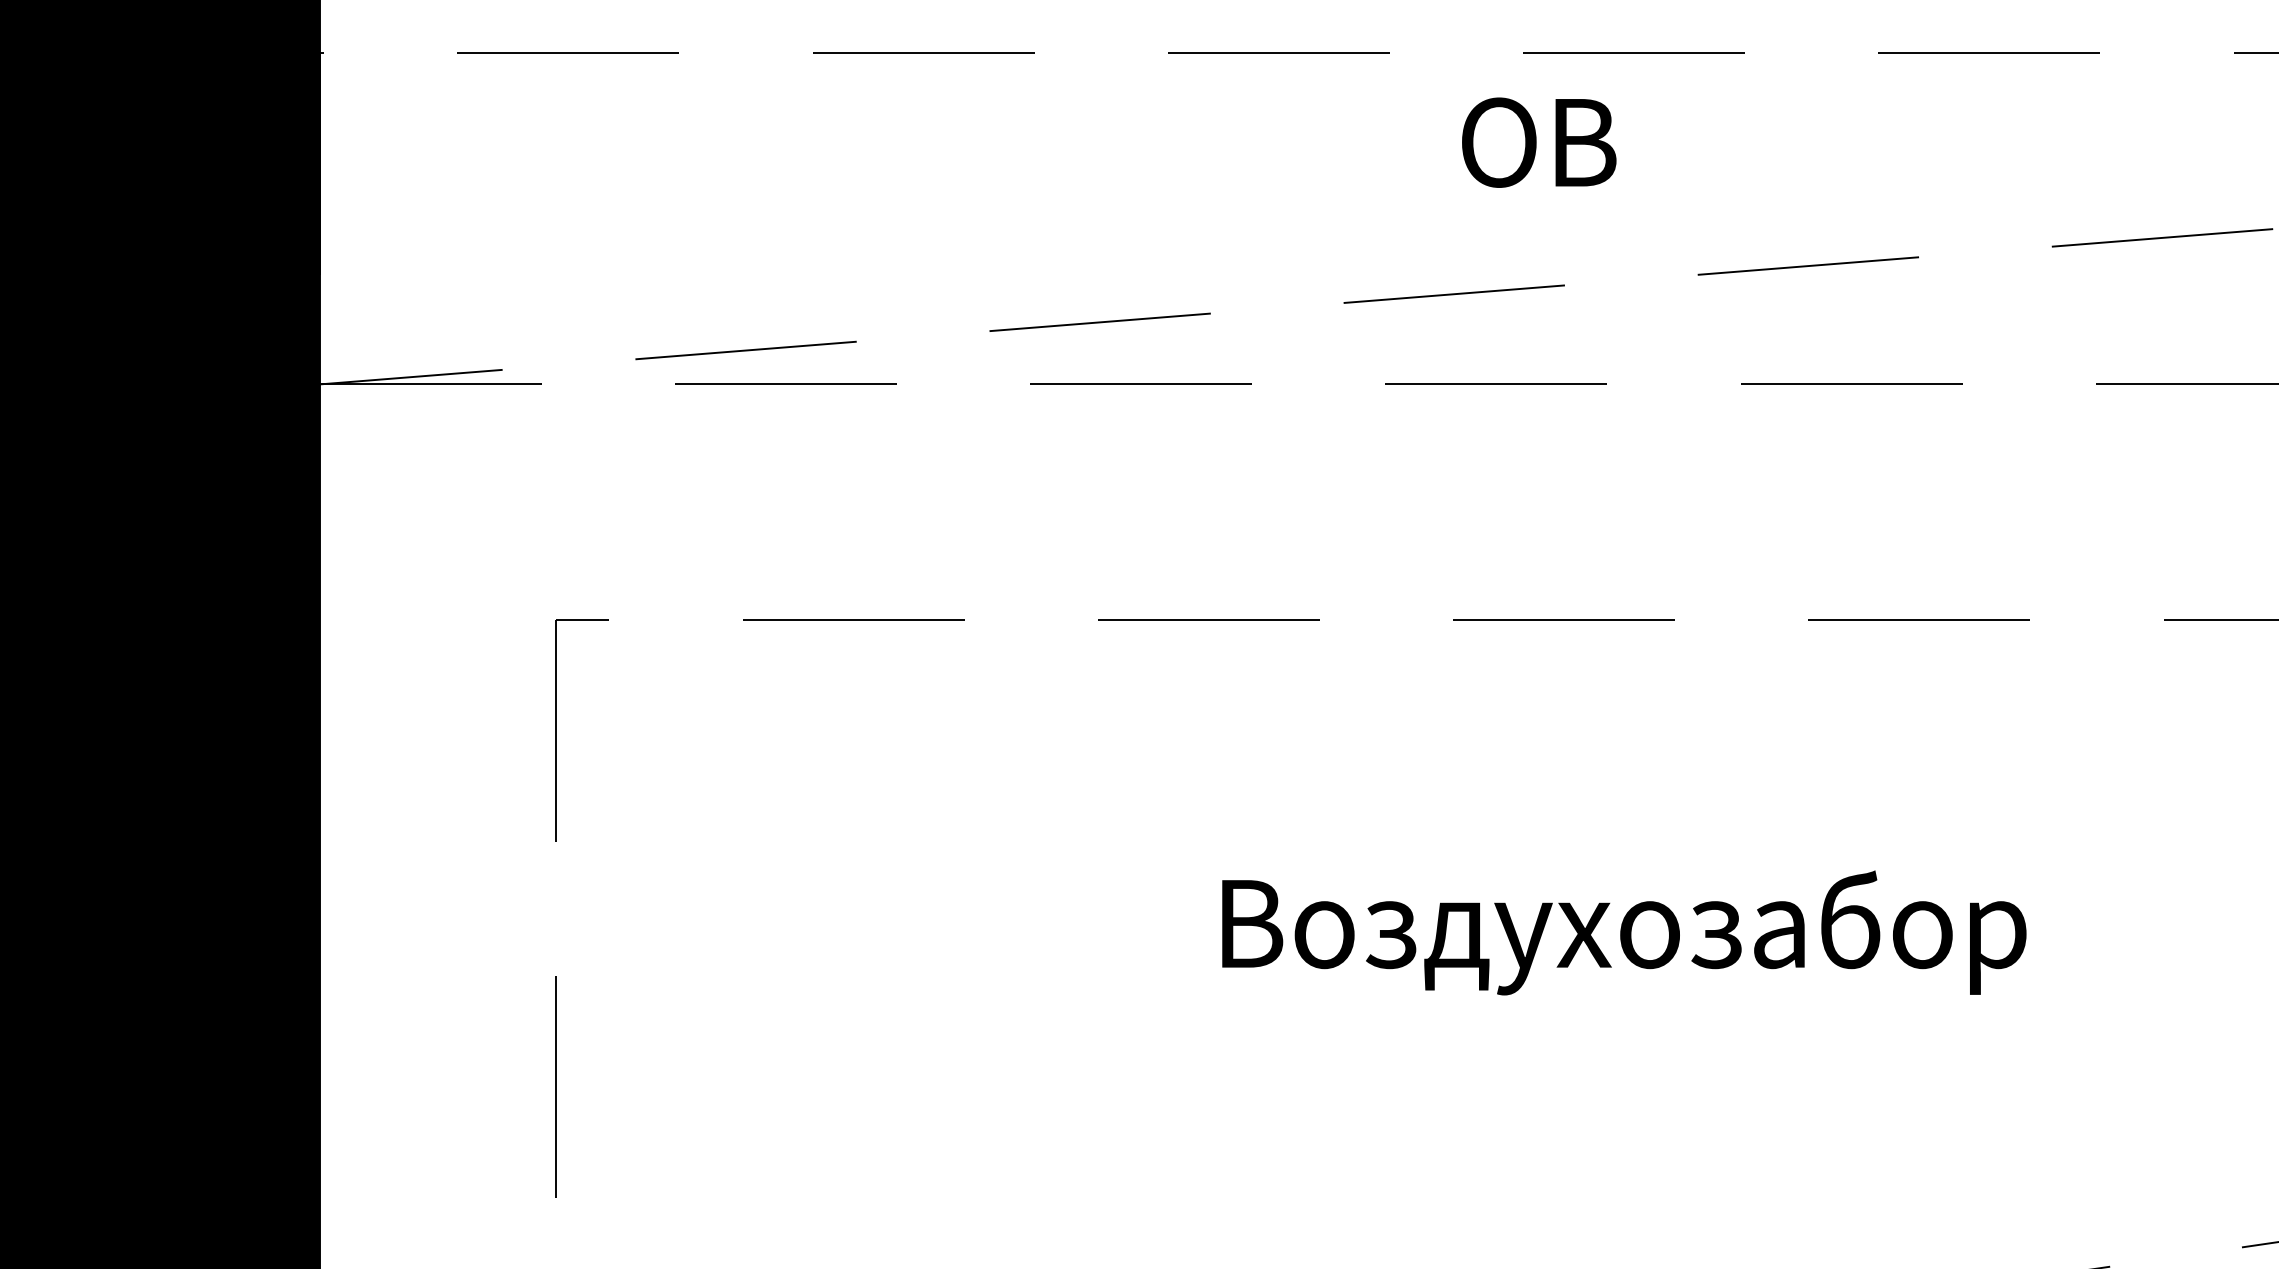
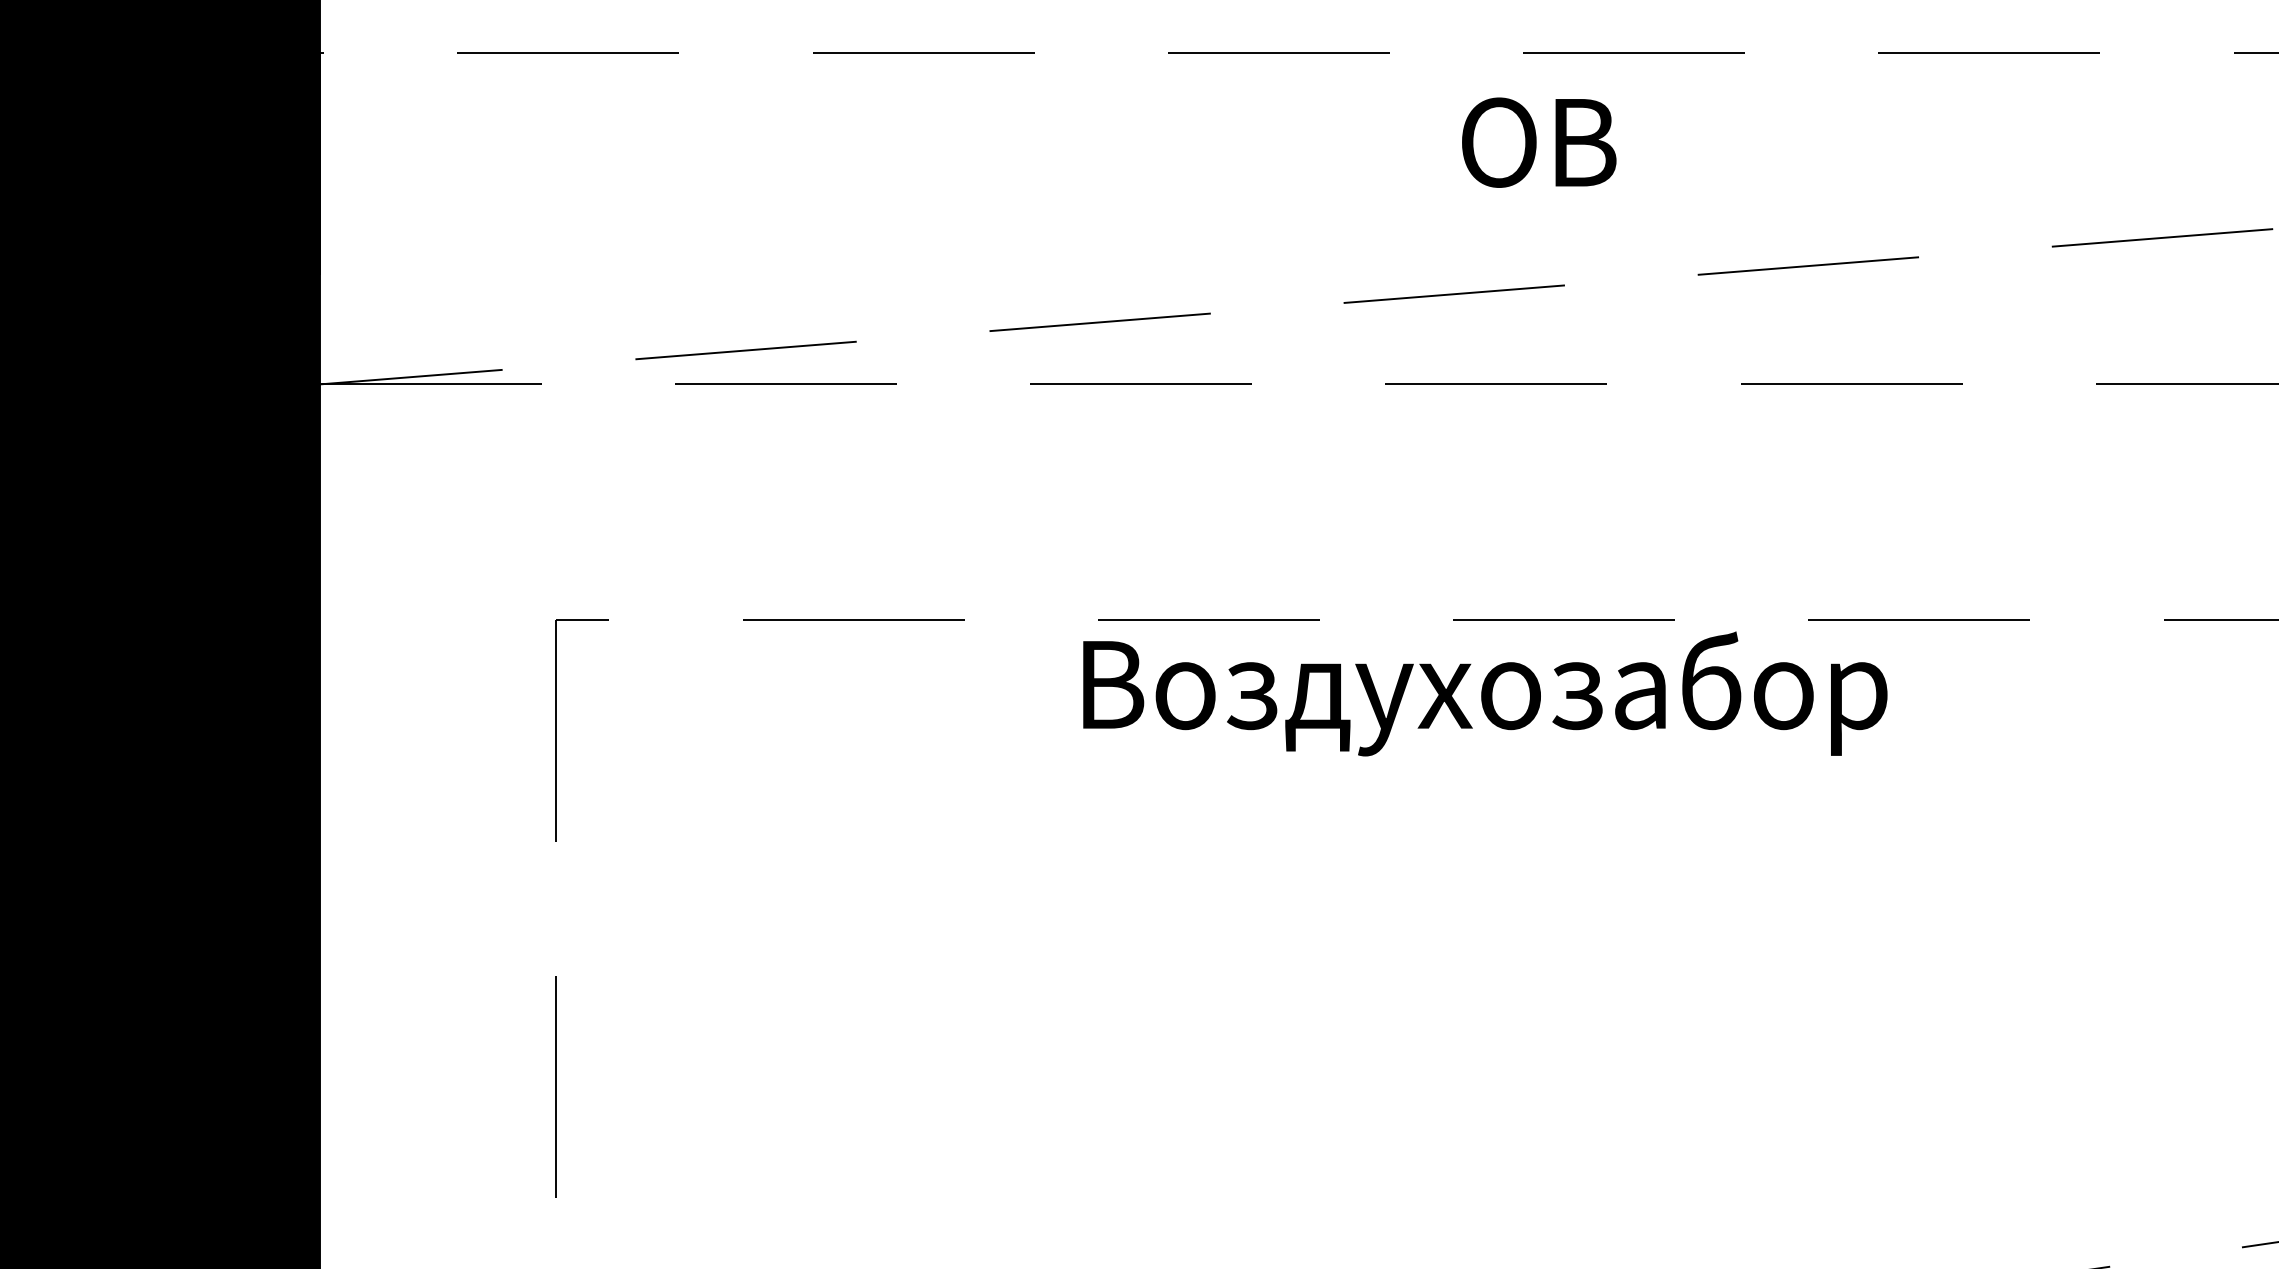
text at (1624, 932) position: (1624, 932) -> (1485, 693)
